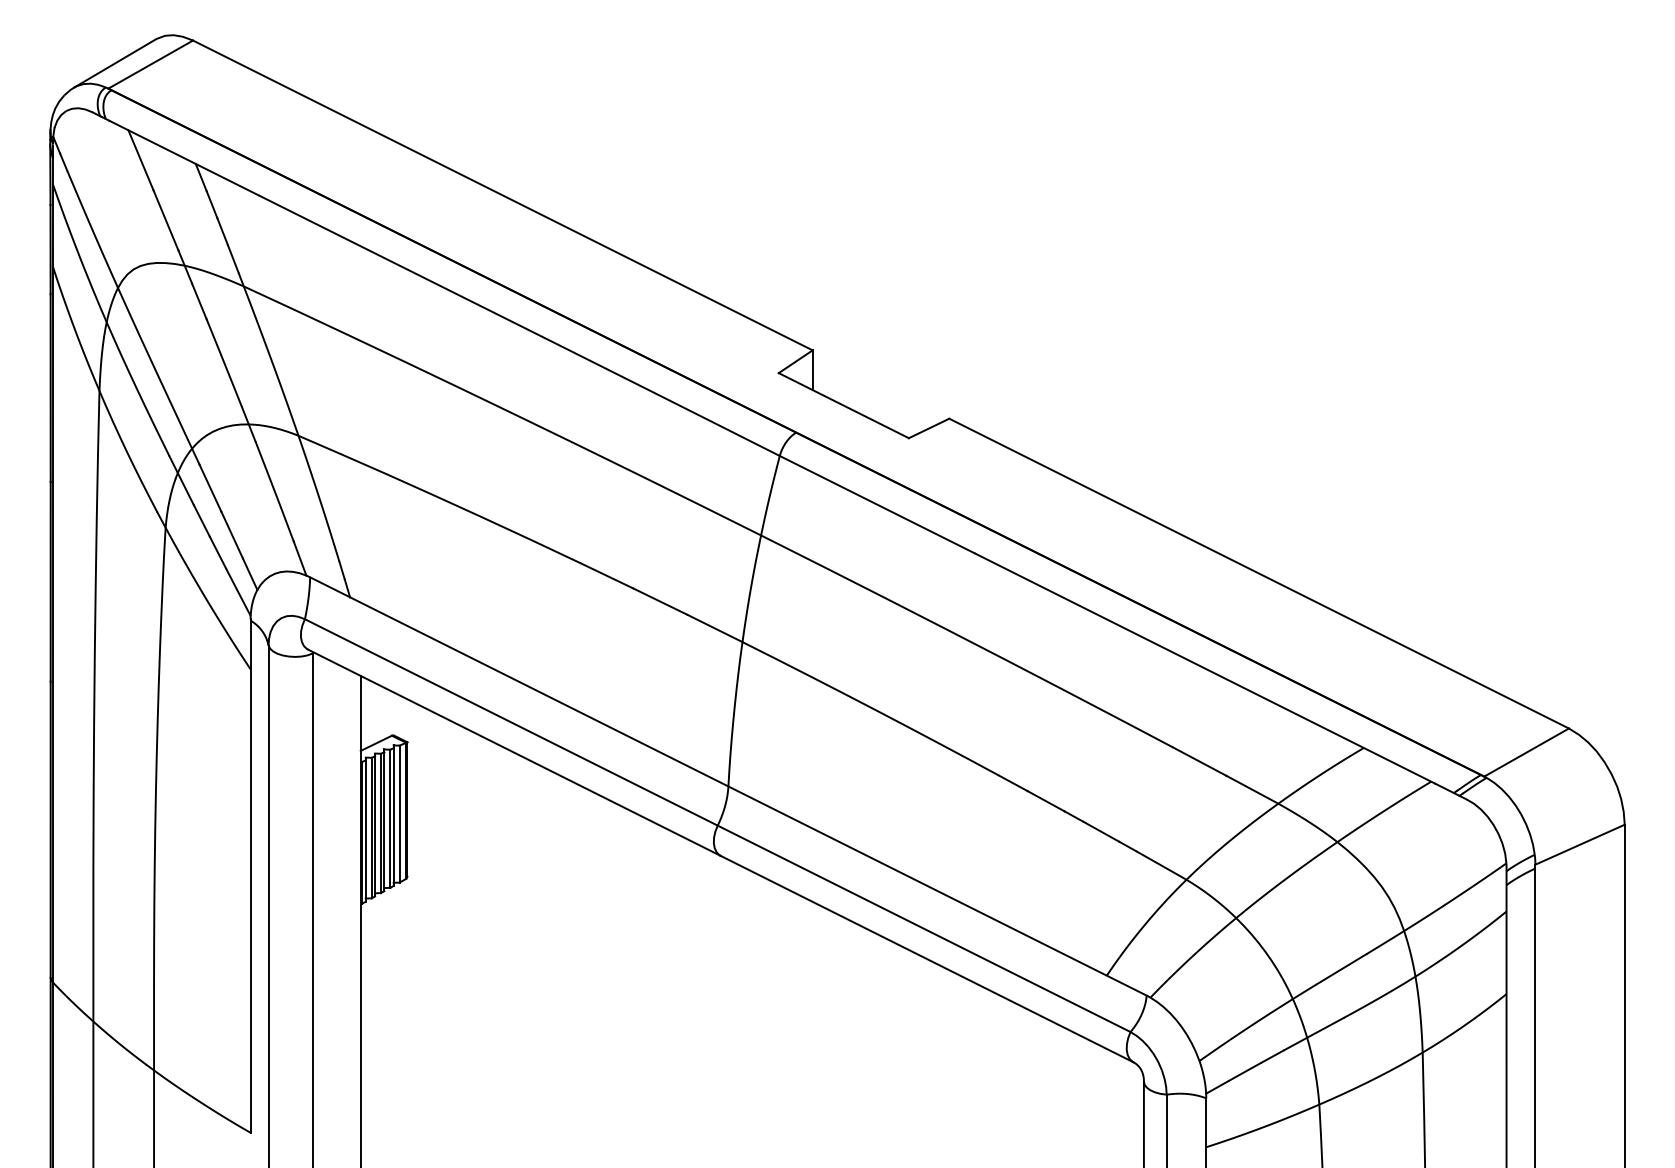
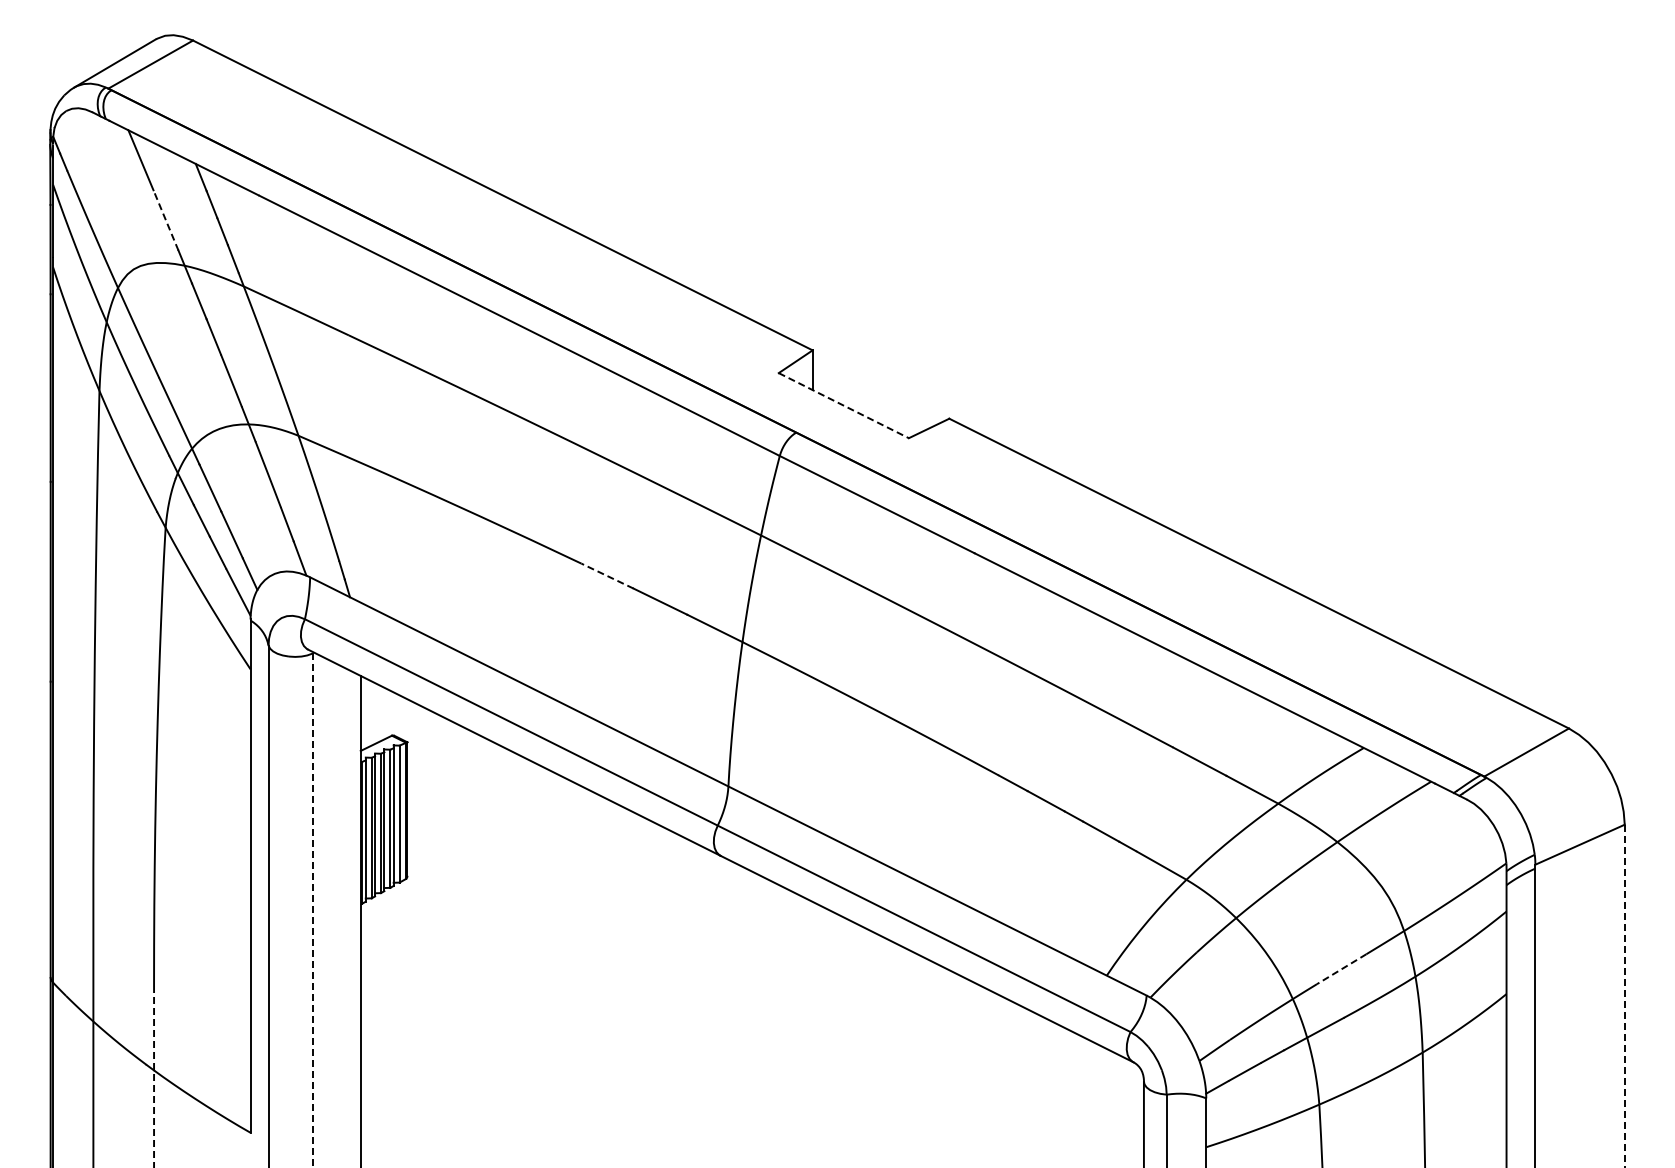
line at (166, 220): solid -> dashed
line at (843, 405): solid -> dashed
line at (607, 576): solid -> dashed
line at (312, 910): solid -> dashed
line at (1341, 969): solid -> dashed
line at (1624, 996): solid -> dashed
line at (154, 1077): solid -> dashed
